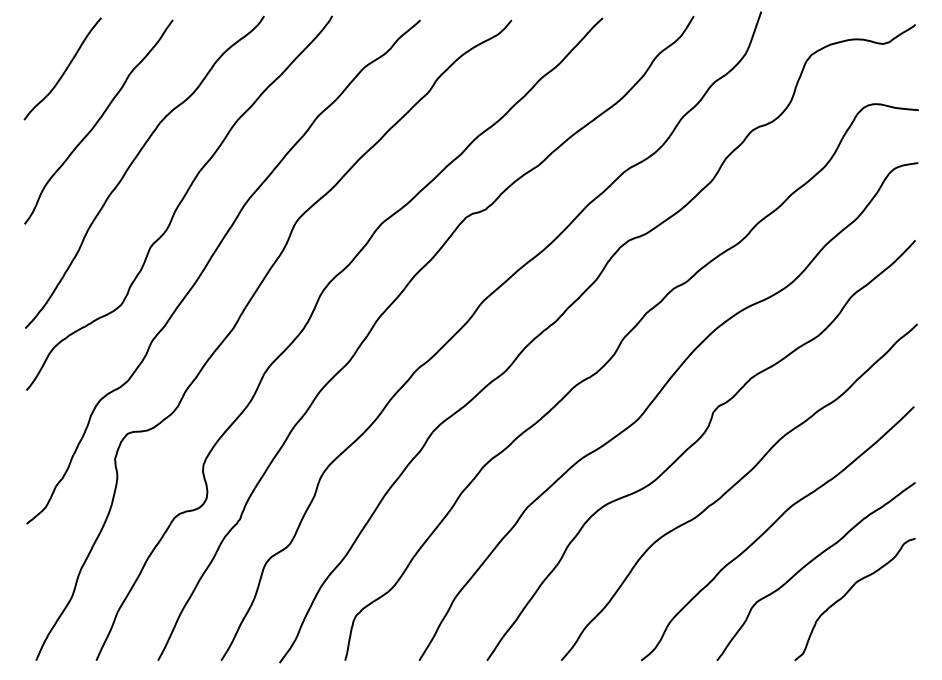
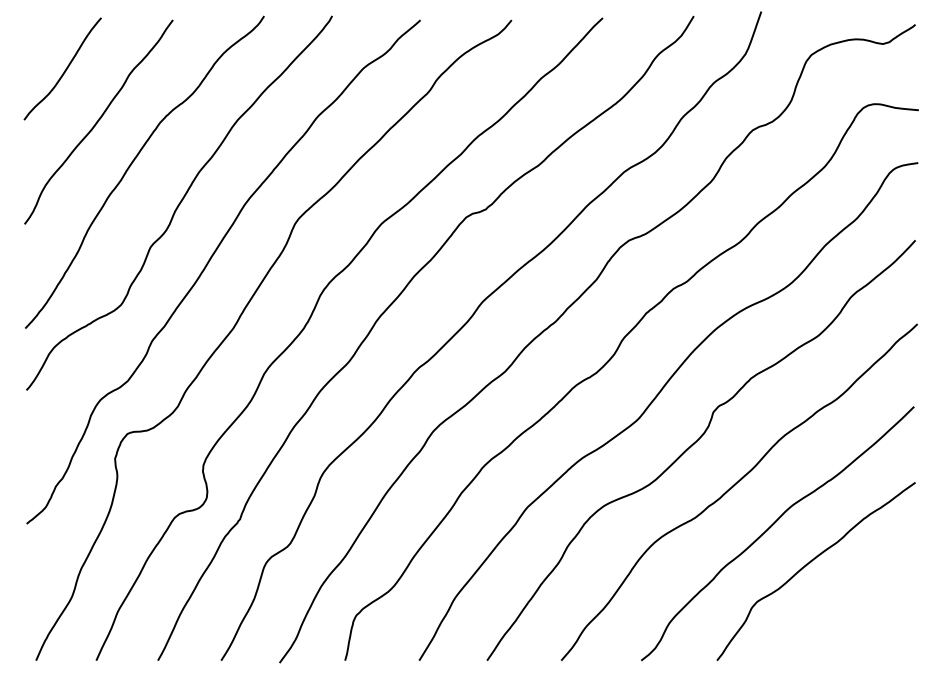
curve at (848, 592): present -> none
